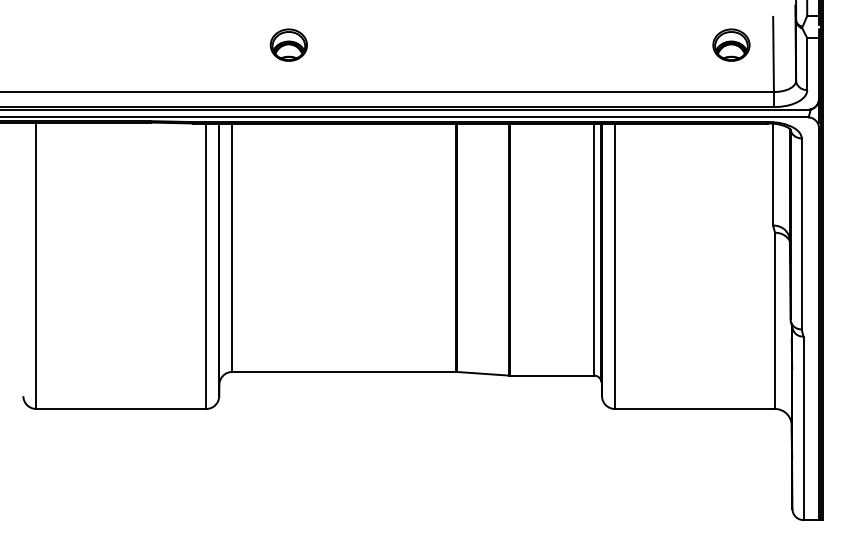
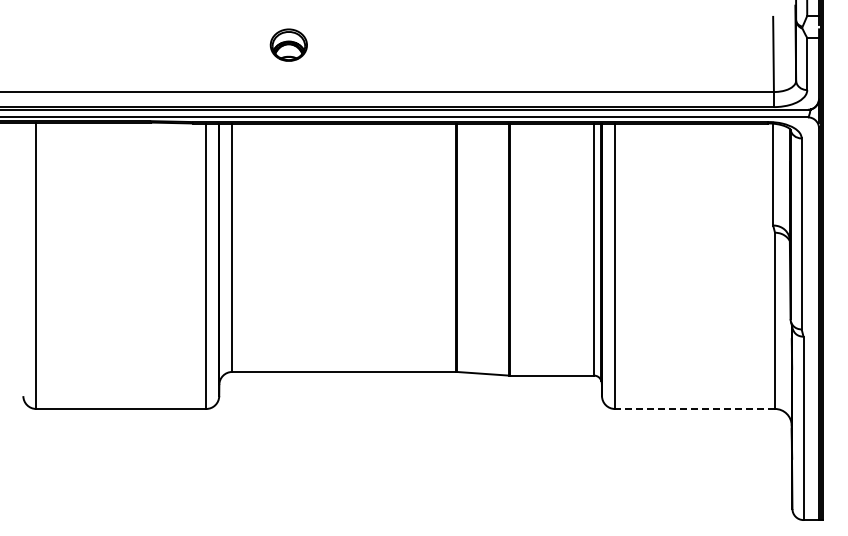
part at (731, 44): present -> none
line at (694, 408): solid -> dashed
